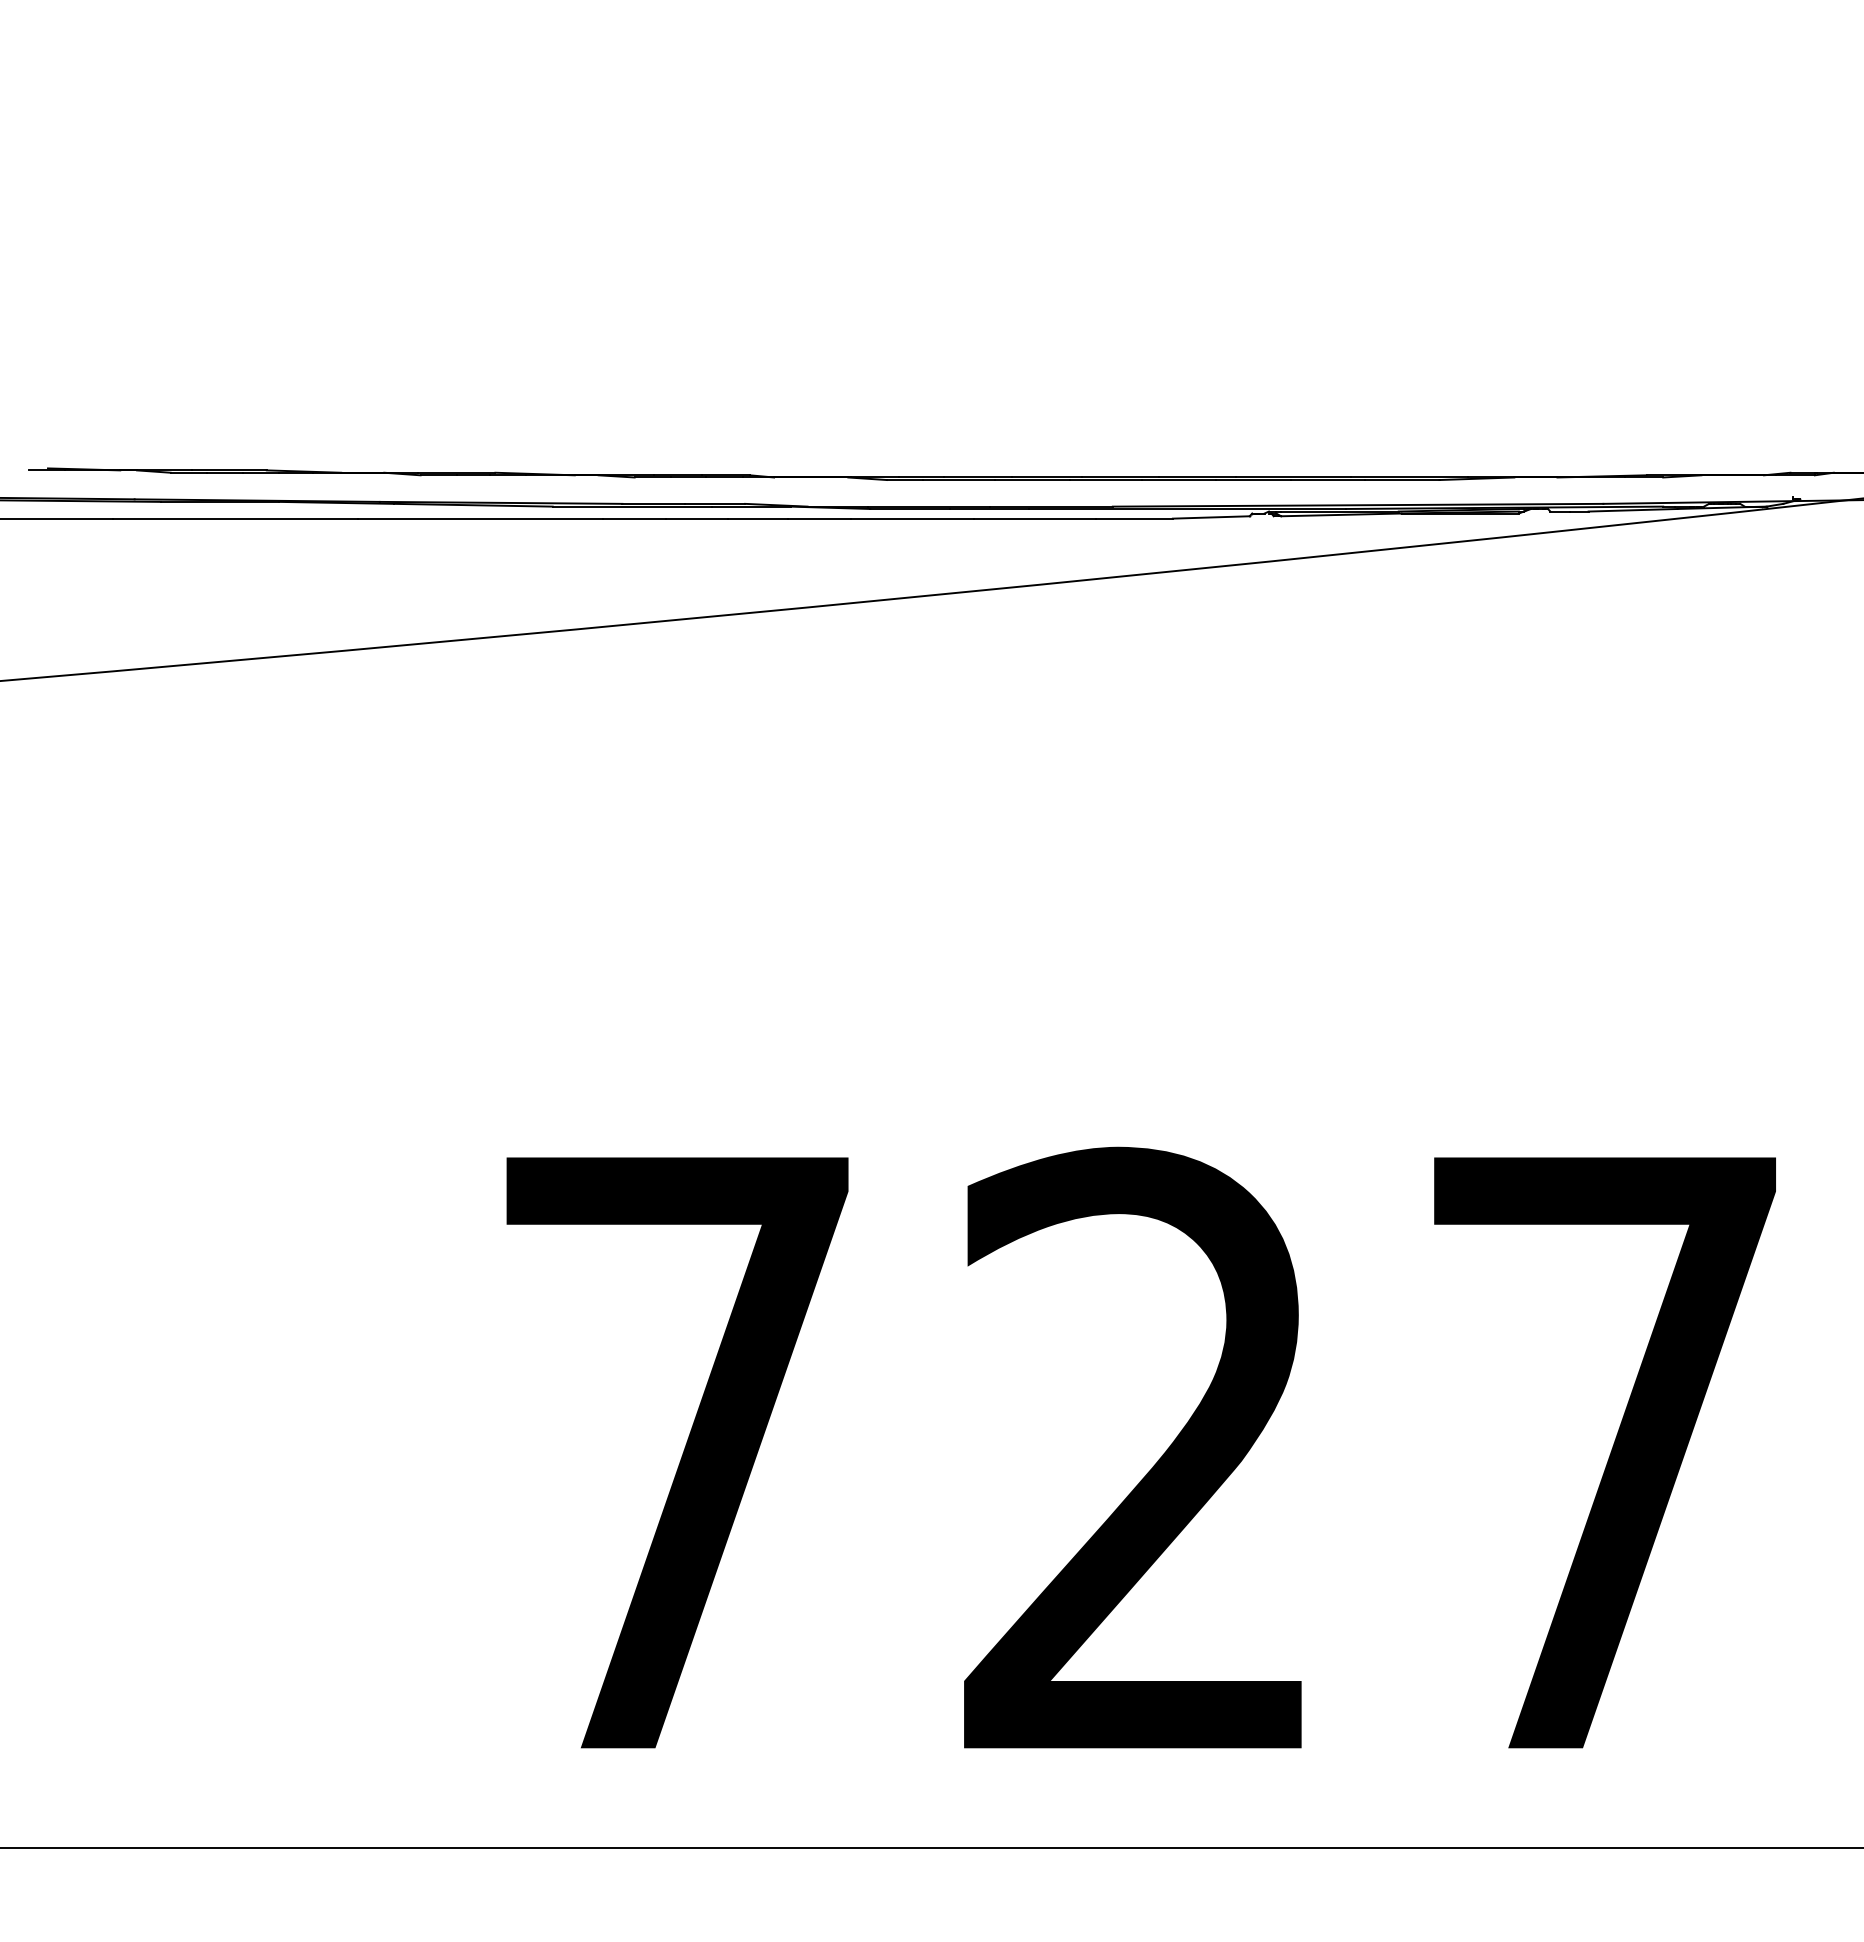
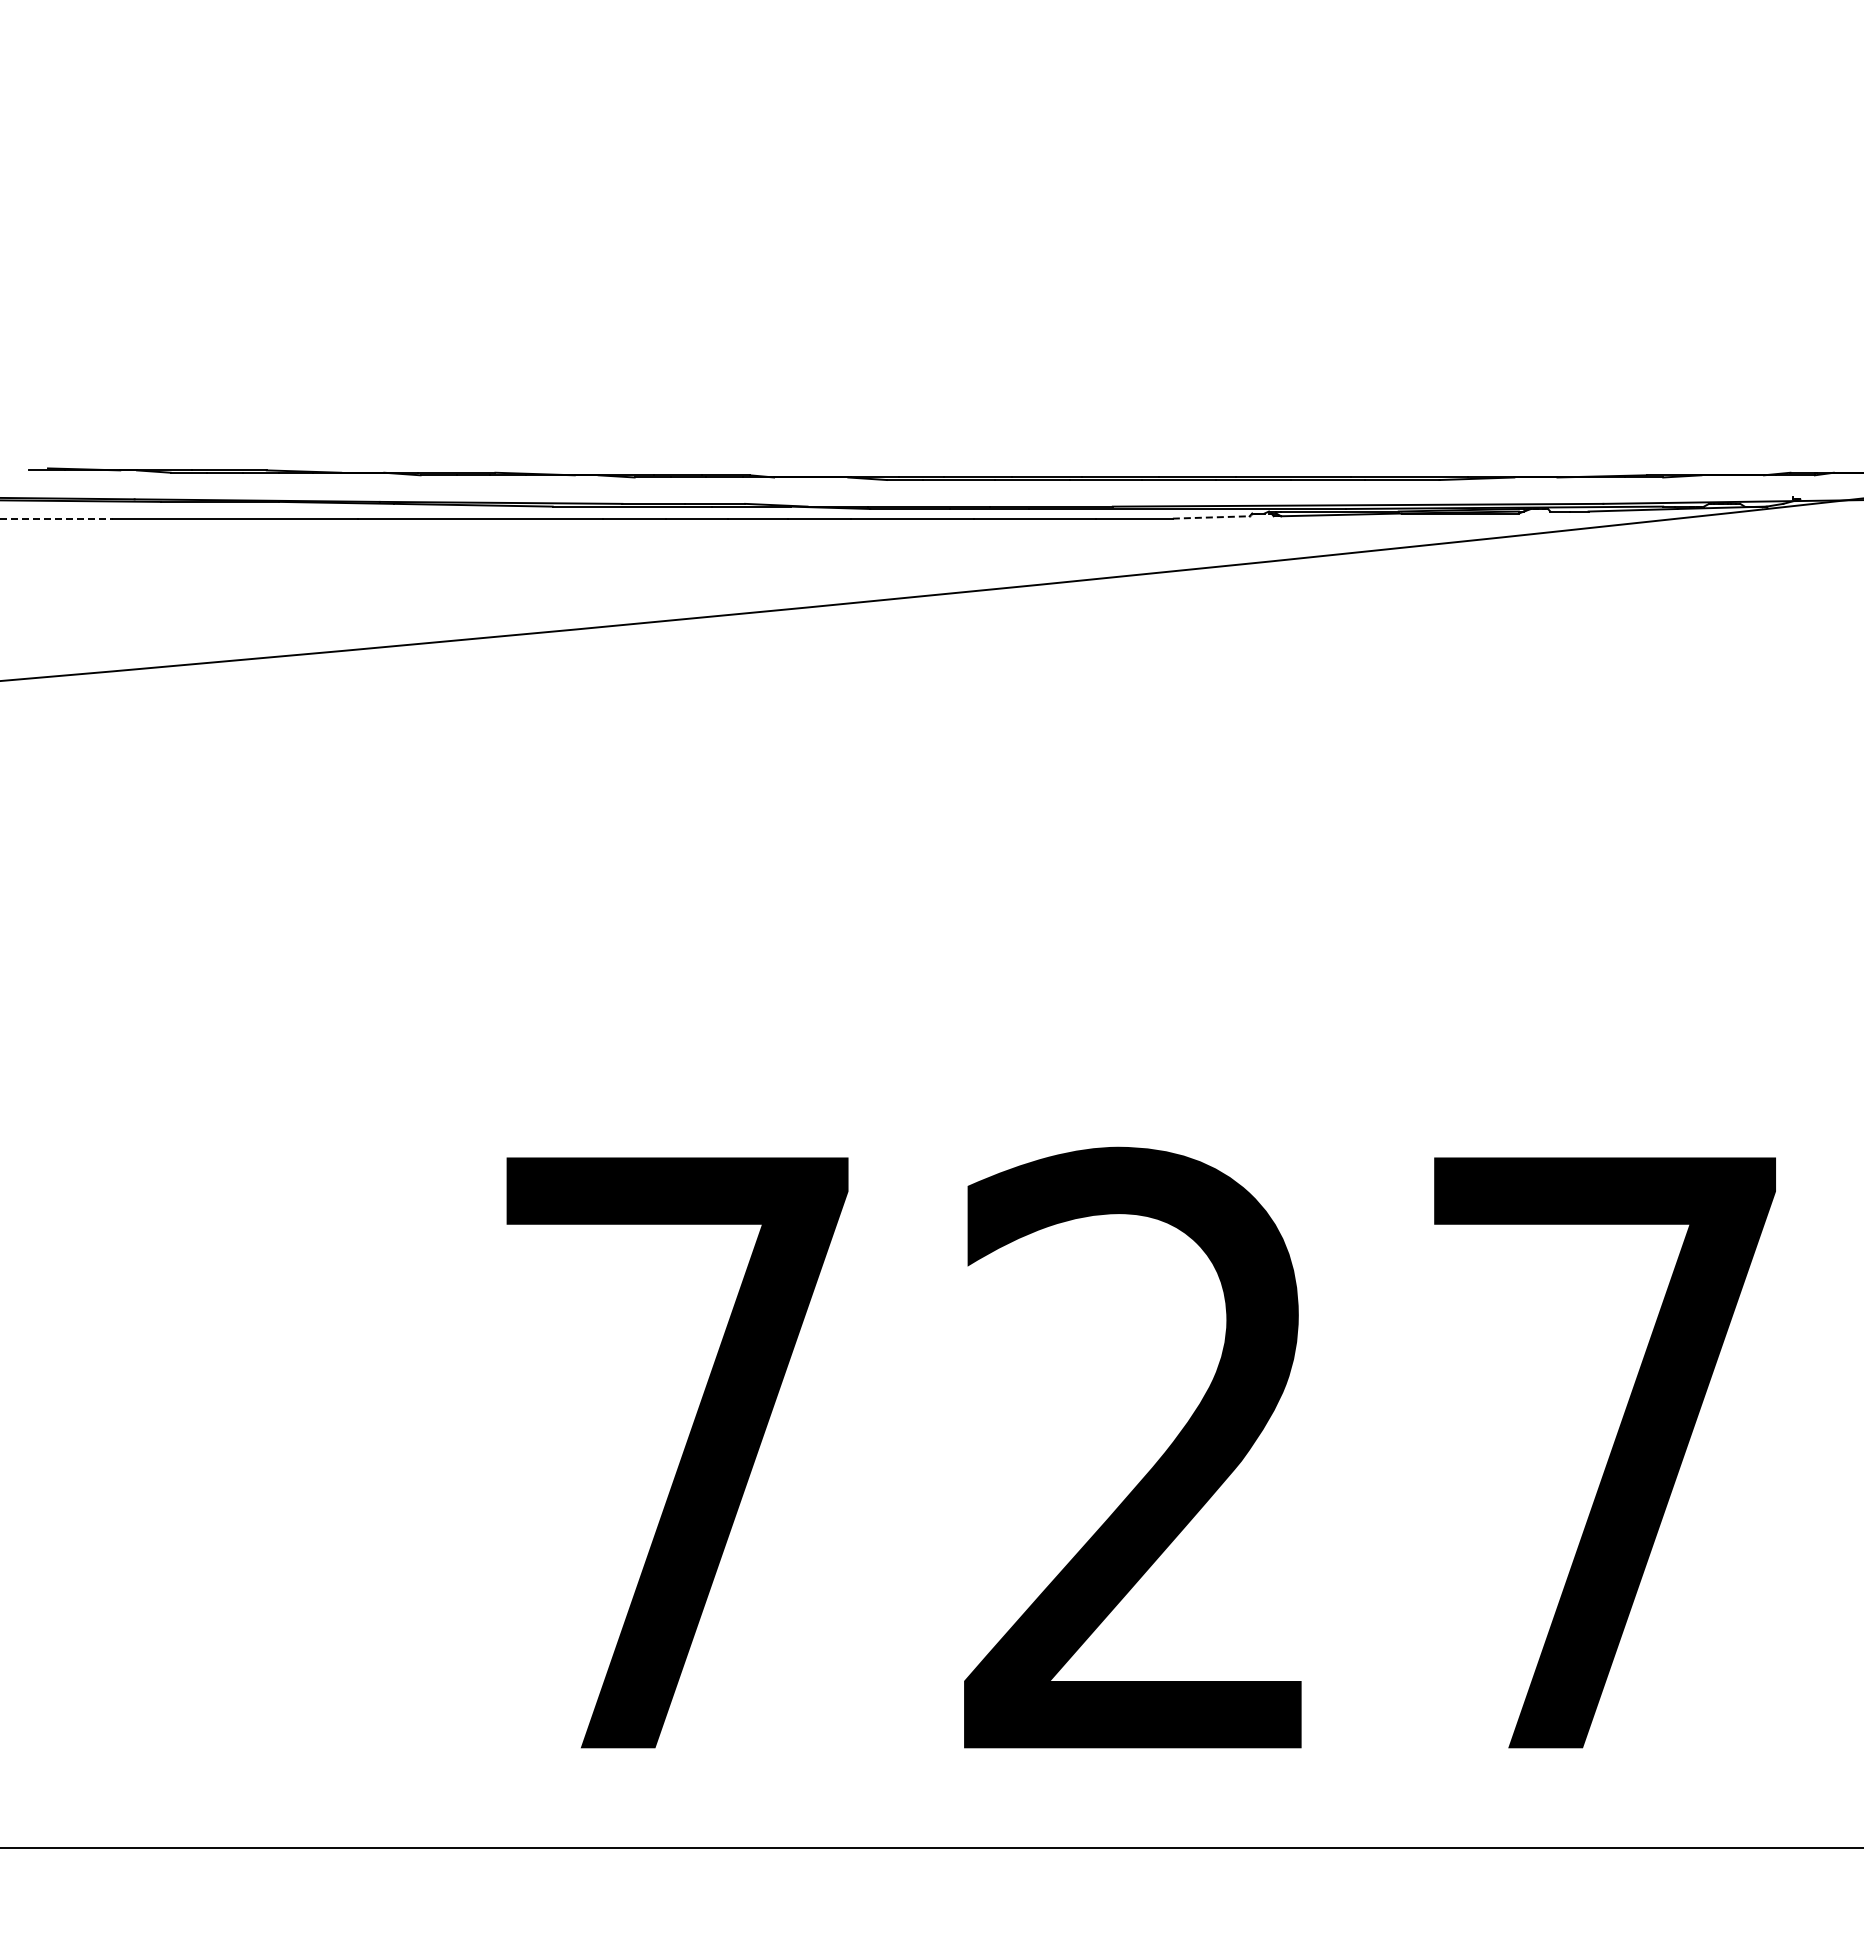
line at (1211, 517): solid -> dashed
line at (57, 518): solid -> dashed
